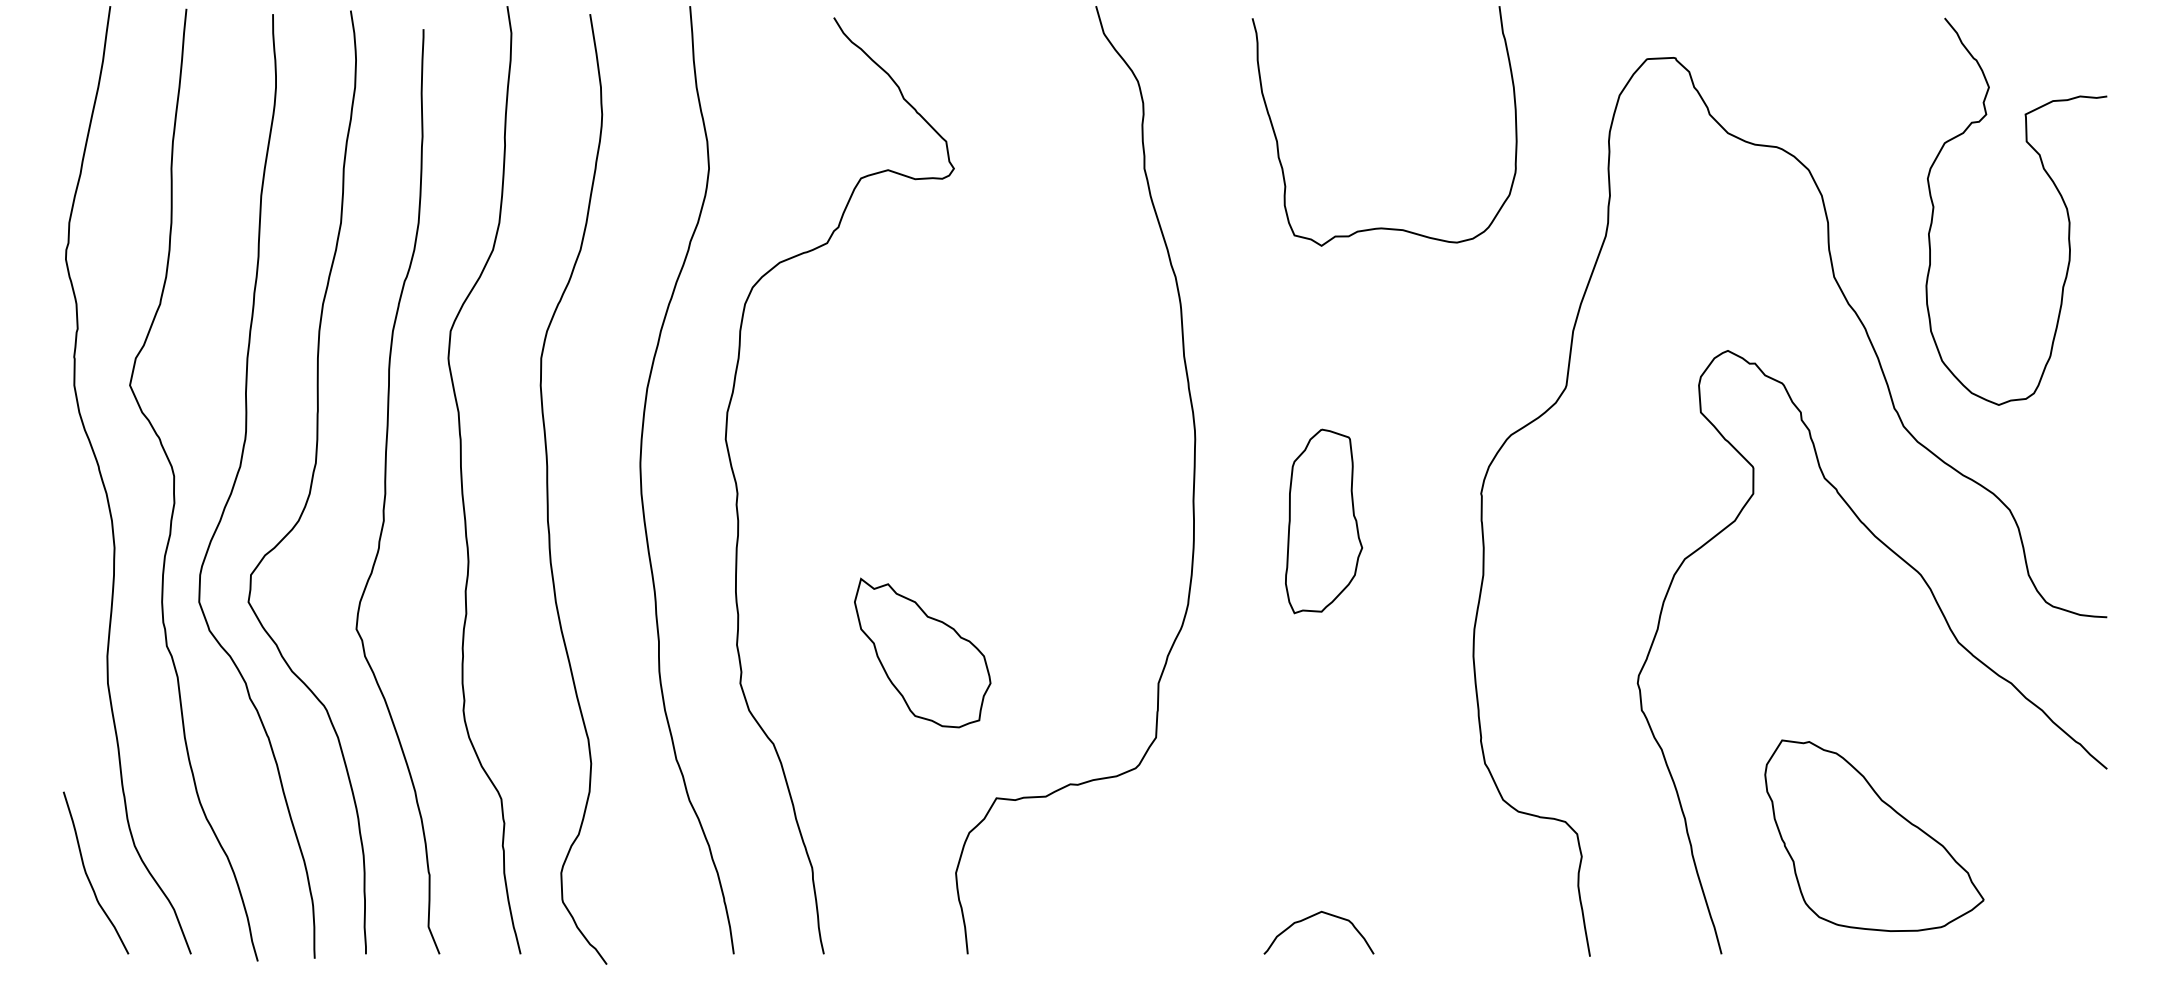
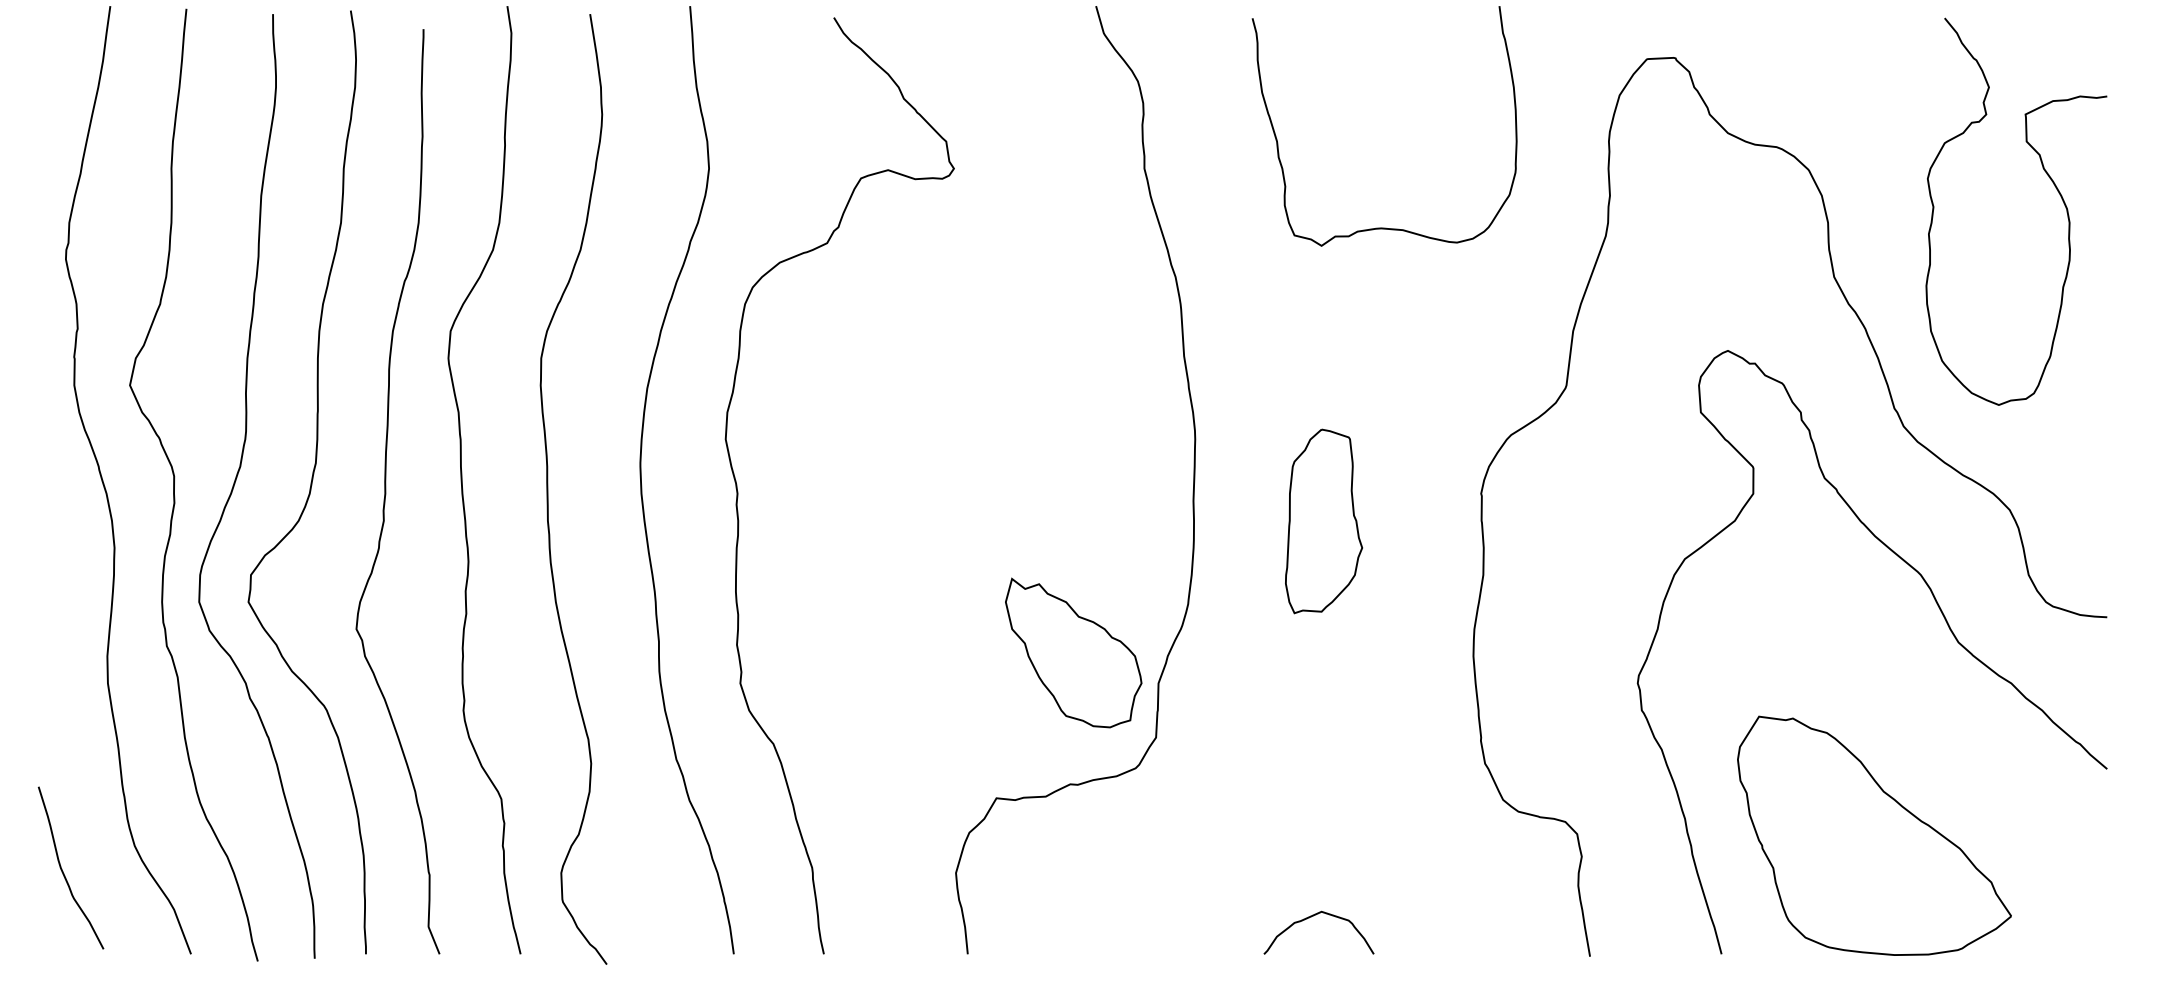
part at (922, 652) position: (922, 652) -> (1073, 652)
part at (1874, 835) size: 221x193 px -> 275x241 px
curve at (87, 873) position: (87, 873) -> (62, 868)
